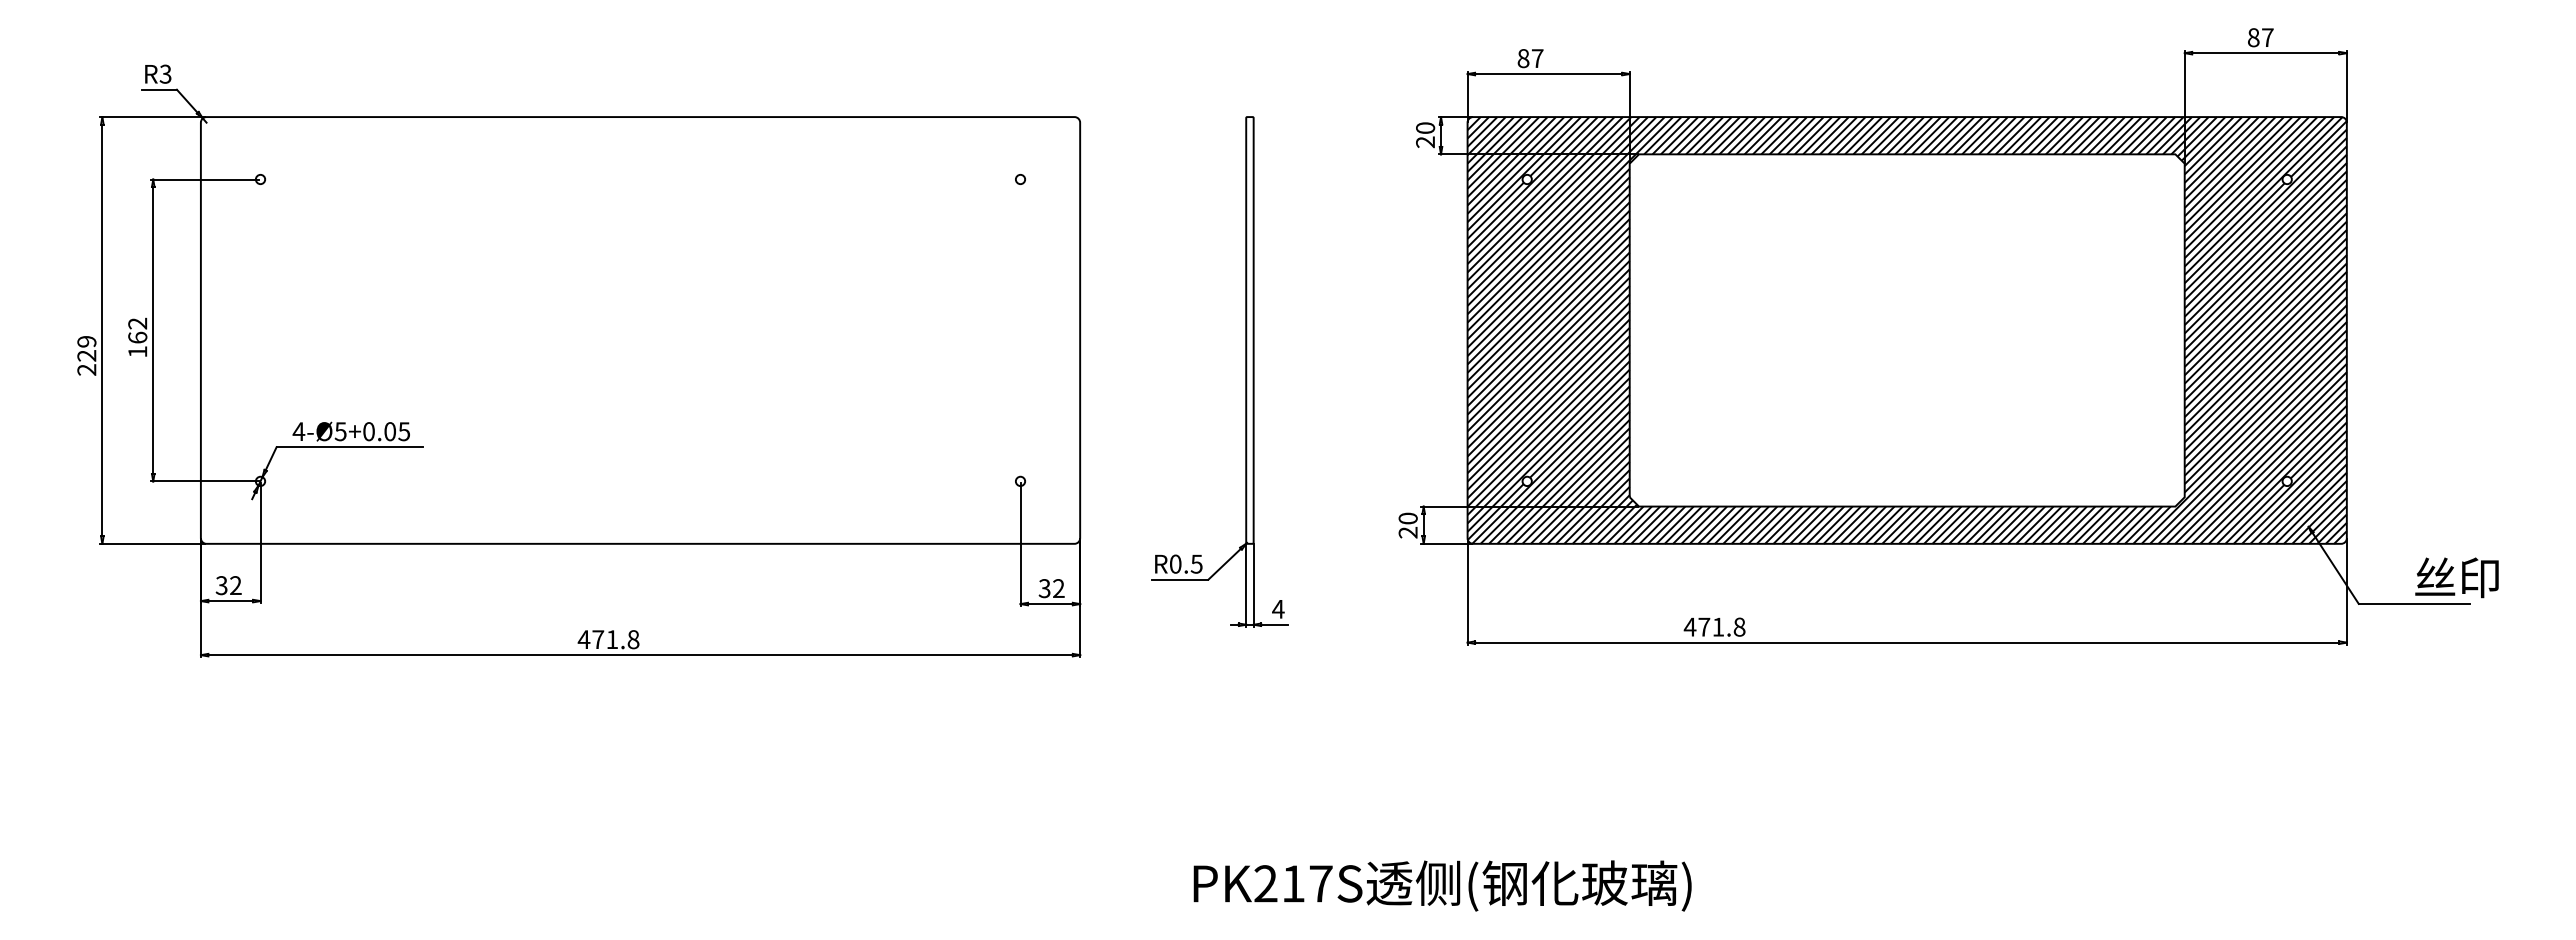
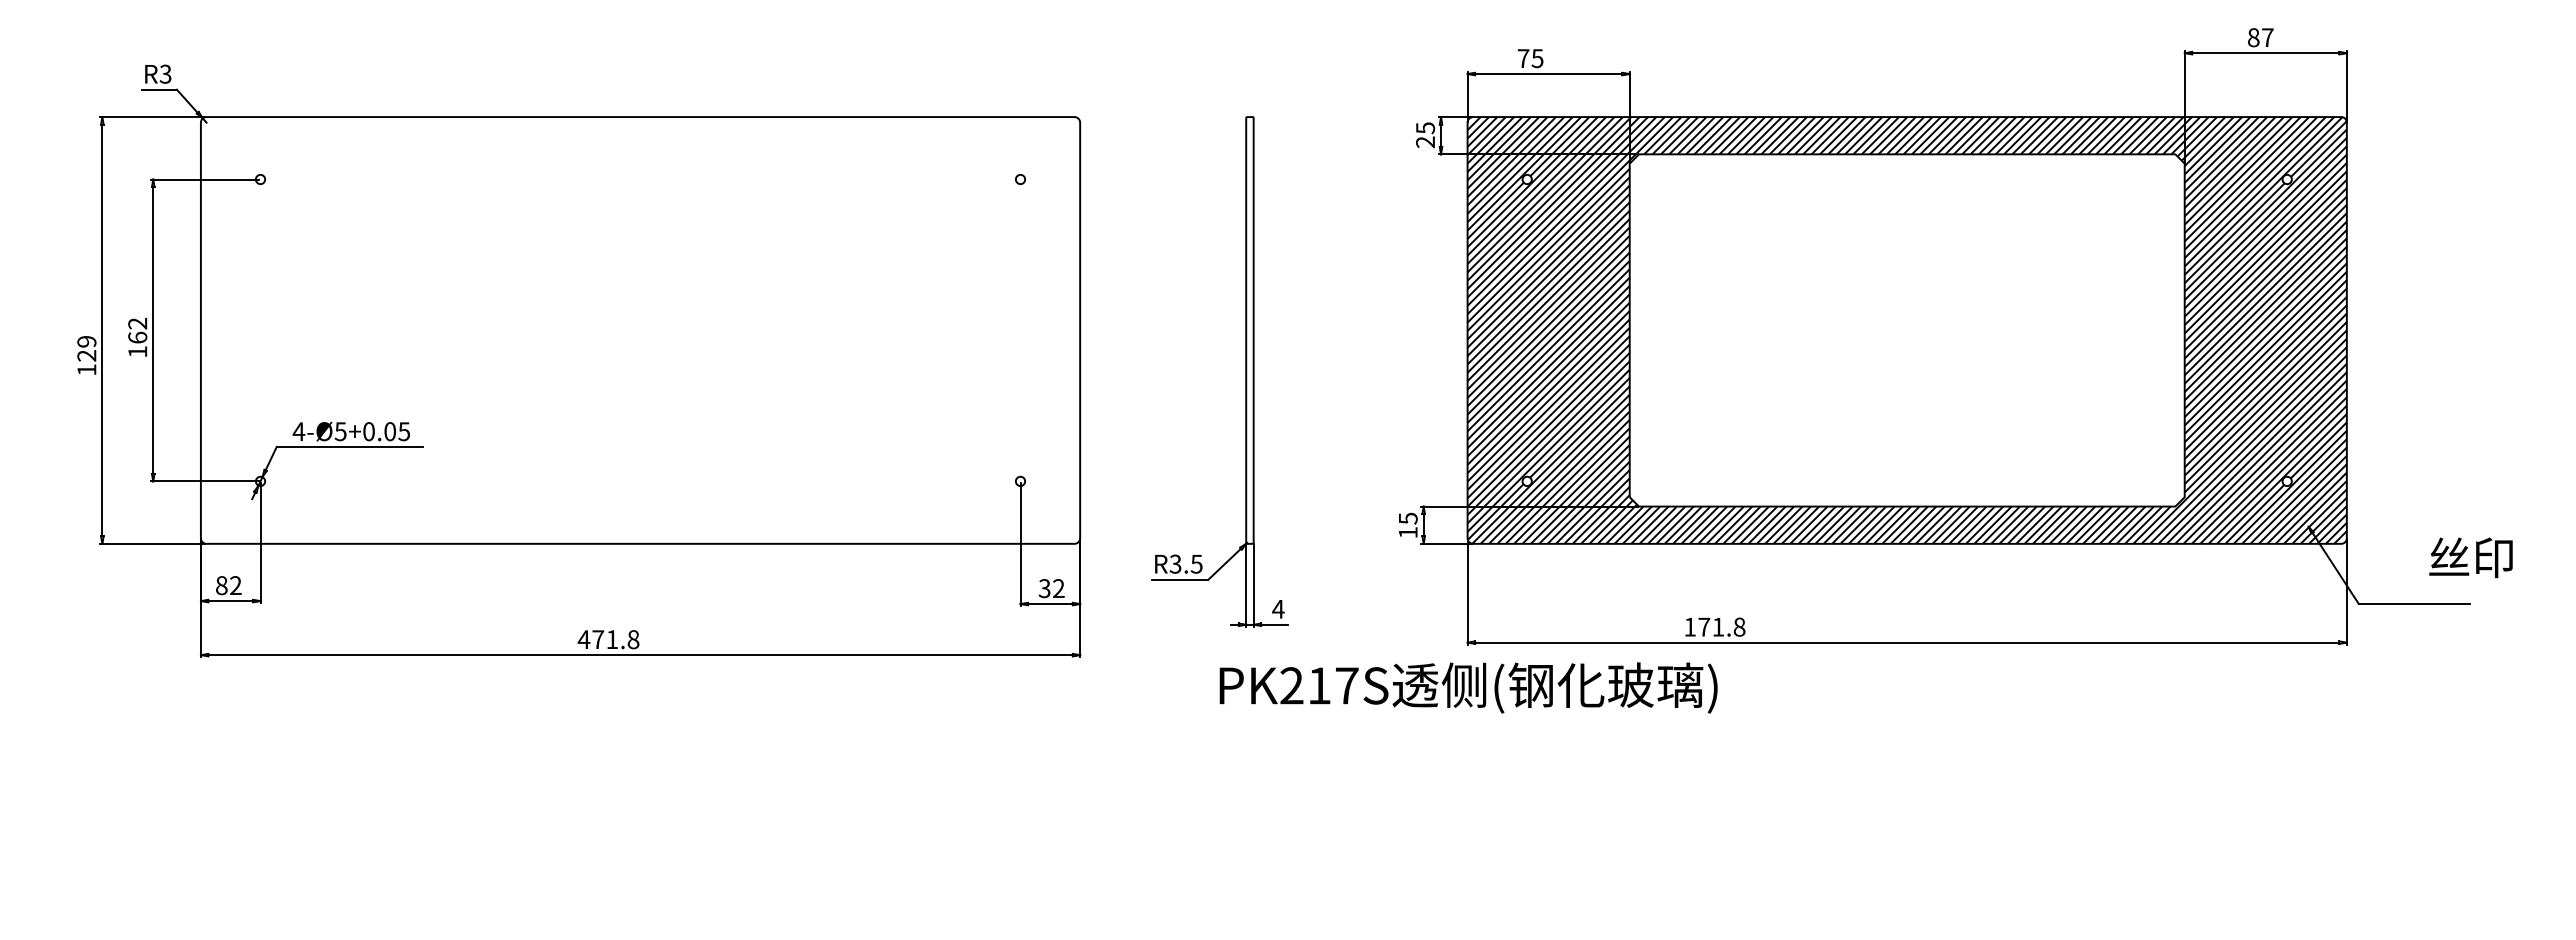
text at (1530, 58): 87 -> 75
text at (1425, 128): 20 -> 25
text at (86, 369): 229 -> 129
text at (1407, 525): 20 -> 15
text at (1175, 563): R0.5 -> R3.5
text at (2456, 577) position: (2456, 577) -> (2470, 557)
text at (221, 585): 32 -> 82
text at (1689, 626): 471.8 -> 171.8
text at (1442, 885) position: (1442, 885) -> (1468, 687)
